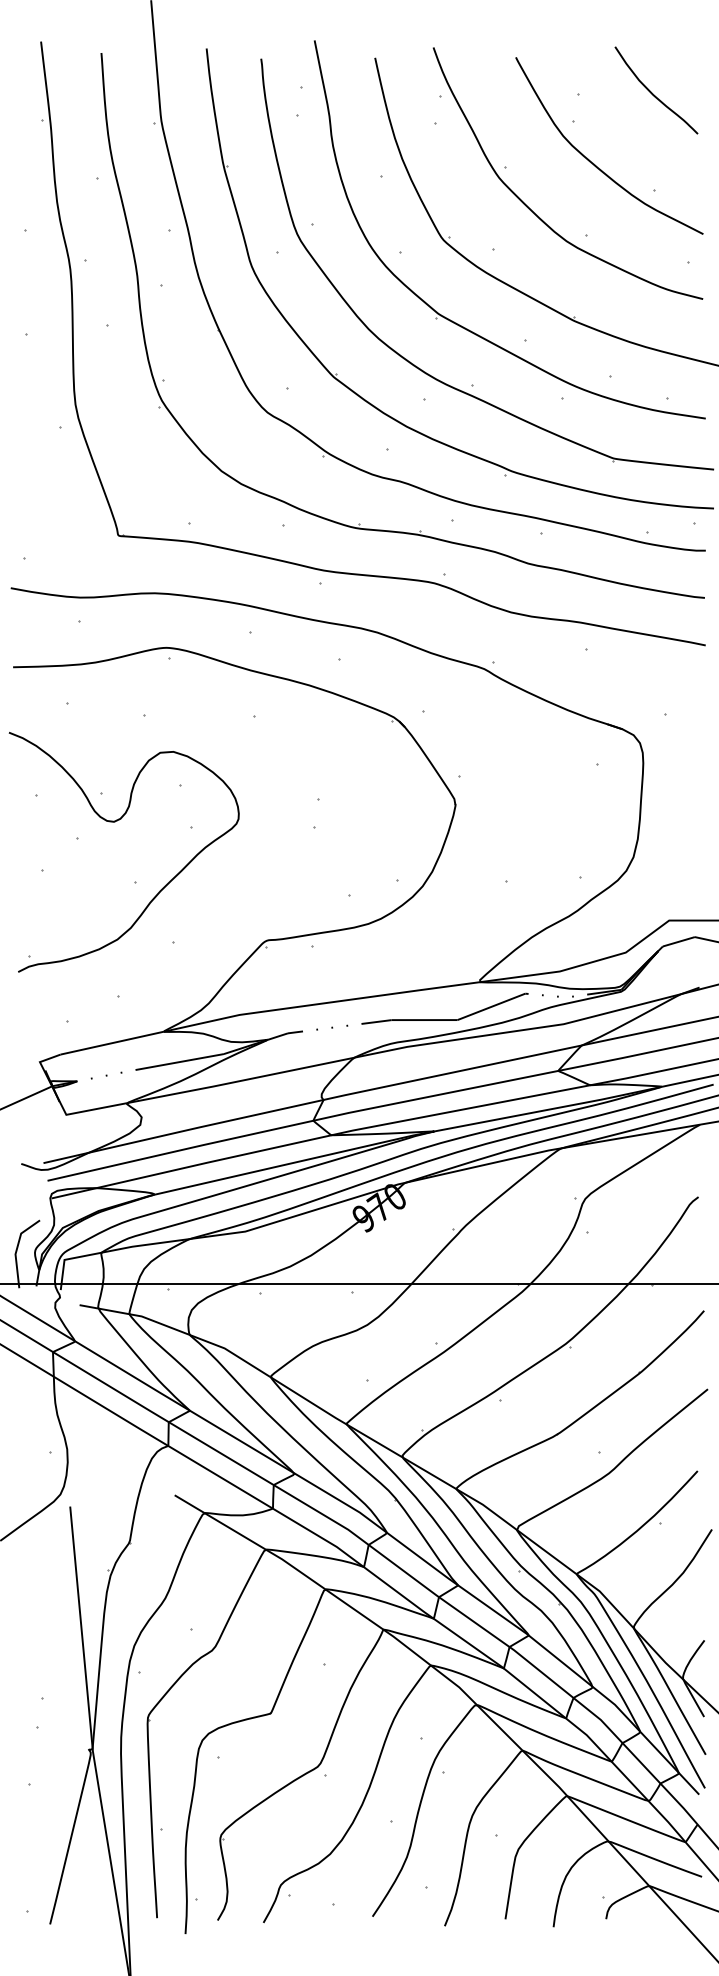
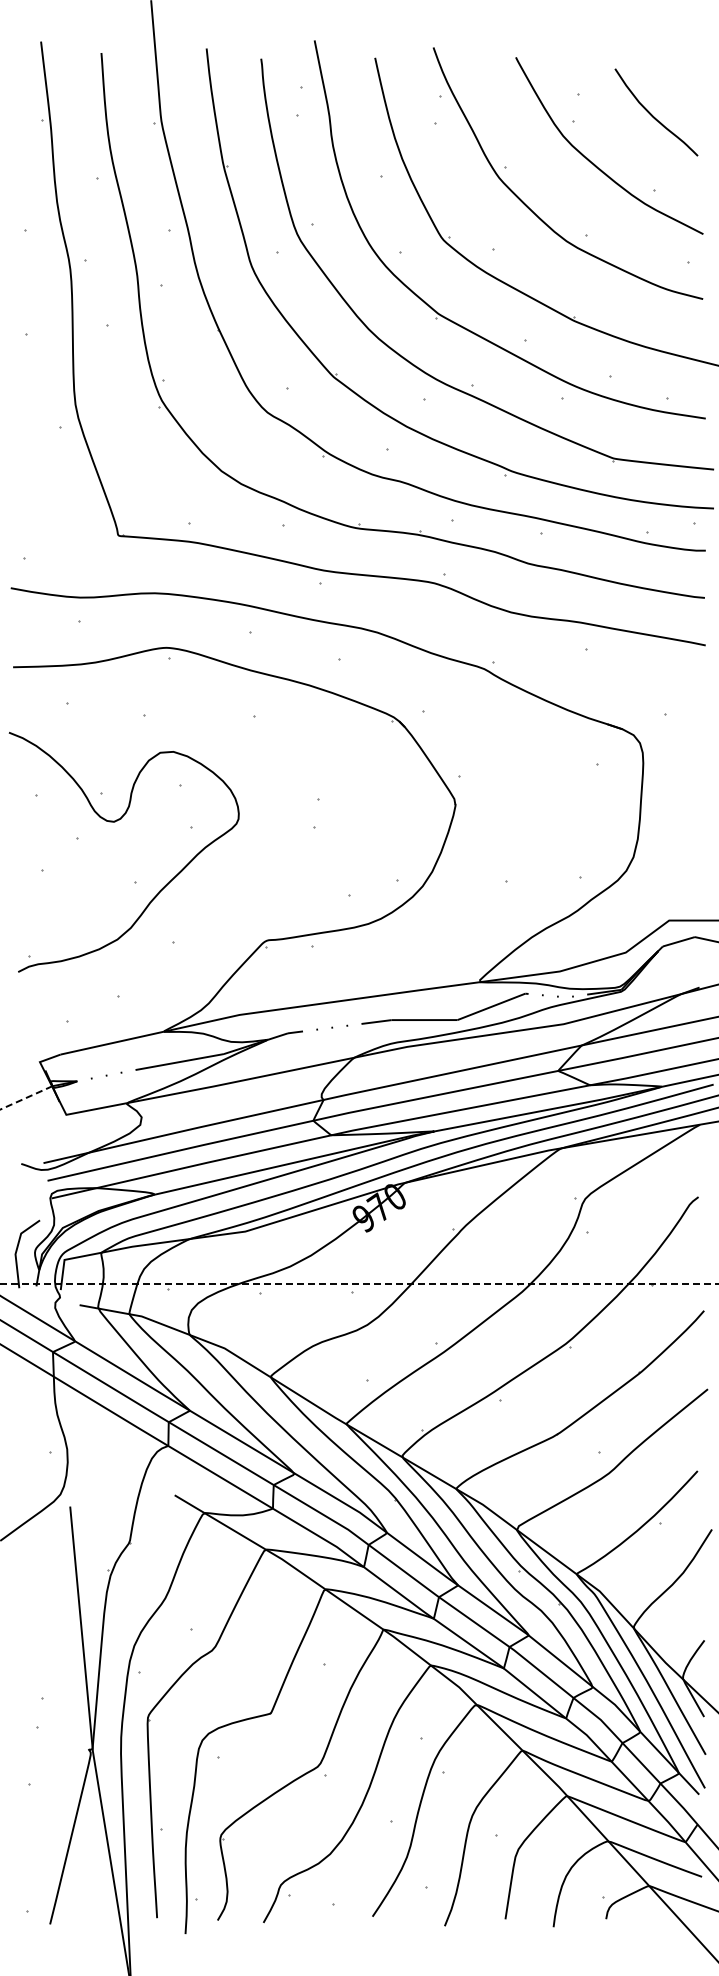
curve at (653, 93) position: (653, 93) -> (653, 115)
line at (26, 1098): solid -> dashed
line at (359, 1283): solid -> dashed
